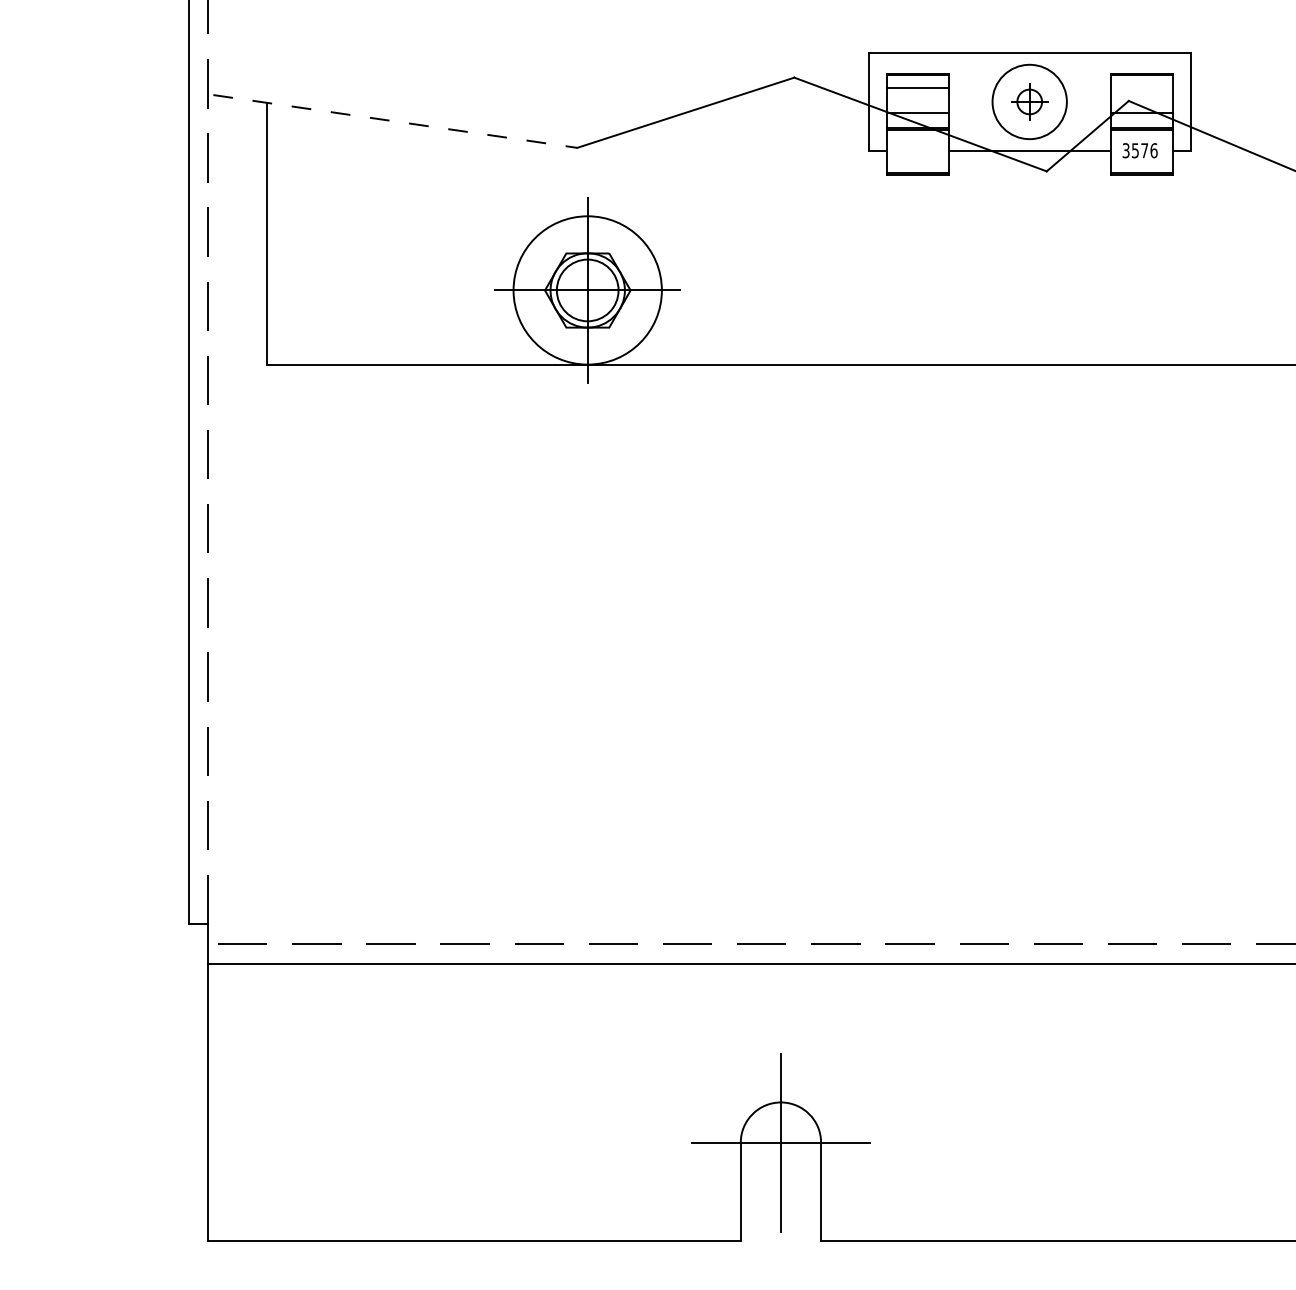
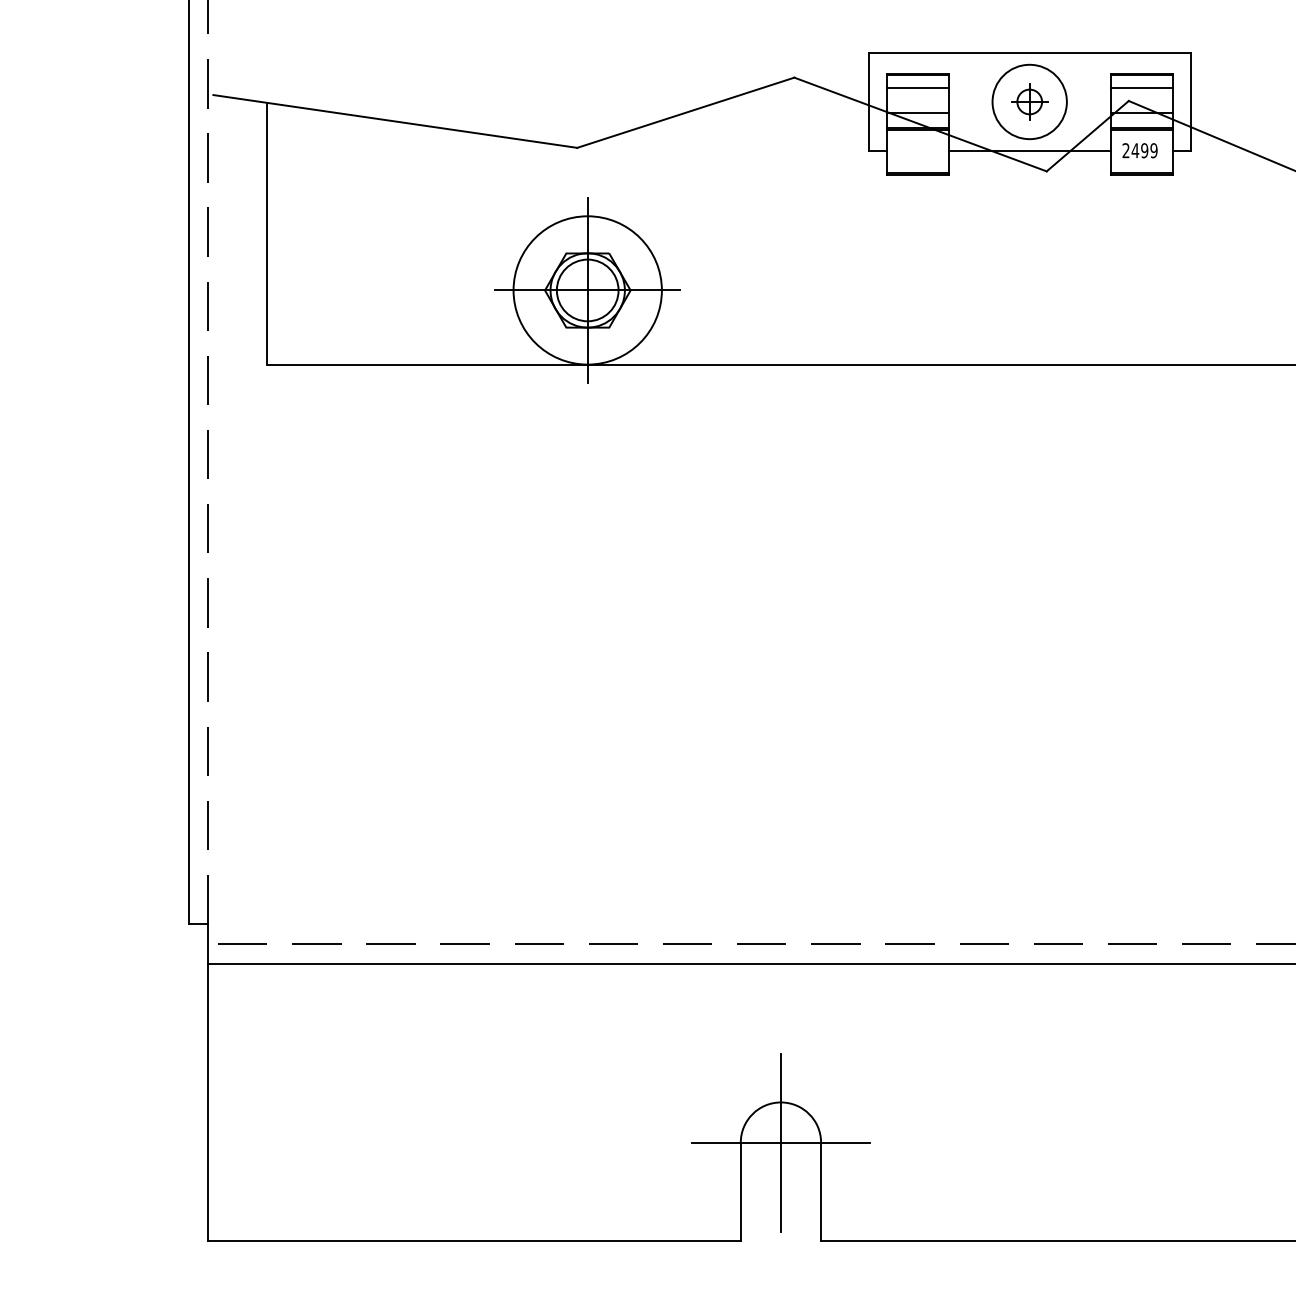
line at (1141, 88): none -> present
line at (395, 121): dashed -> solid
text at (1139, 150): 3576 -> 2499
